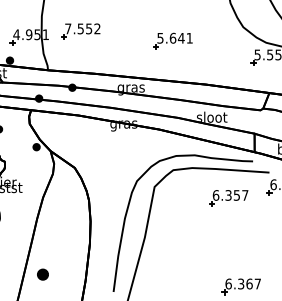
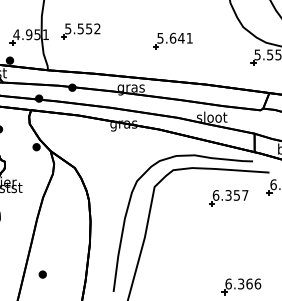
text at (68, 28): 7.552 -> 5.552
part at (42, 274) size: 12x13 px -> 9x9 px
text at (257, 283): 6.367 -> 6.366
